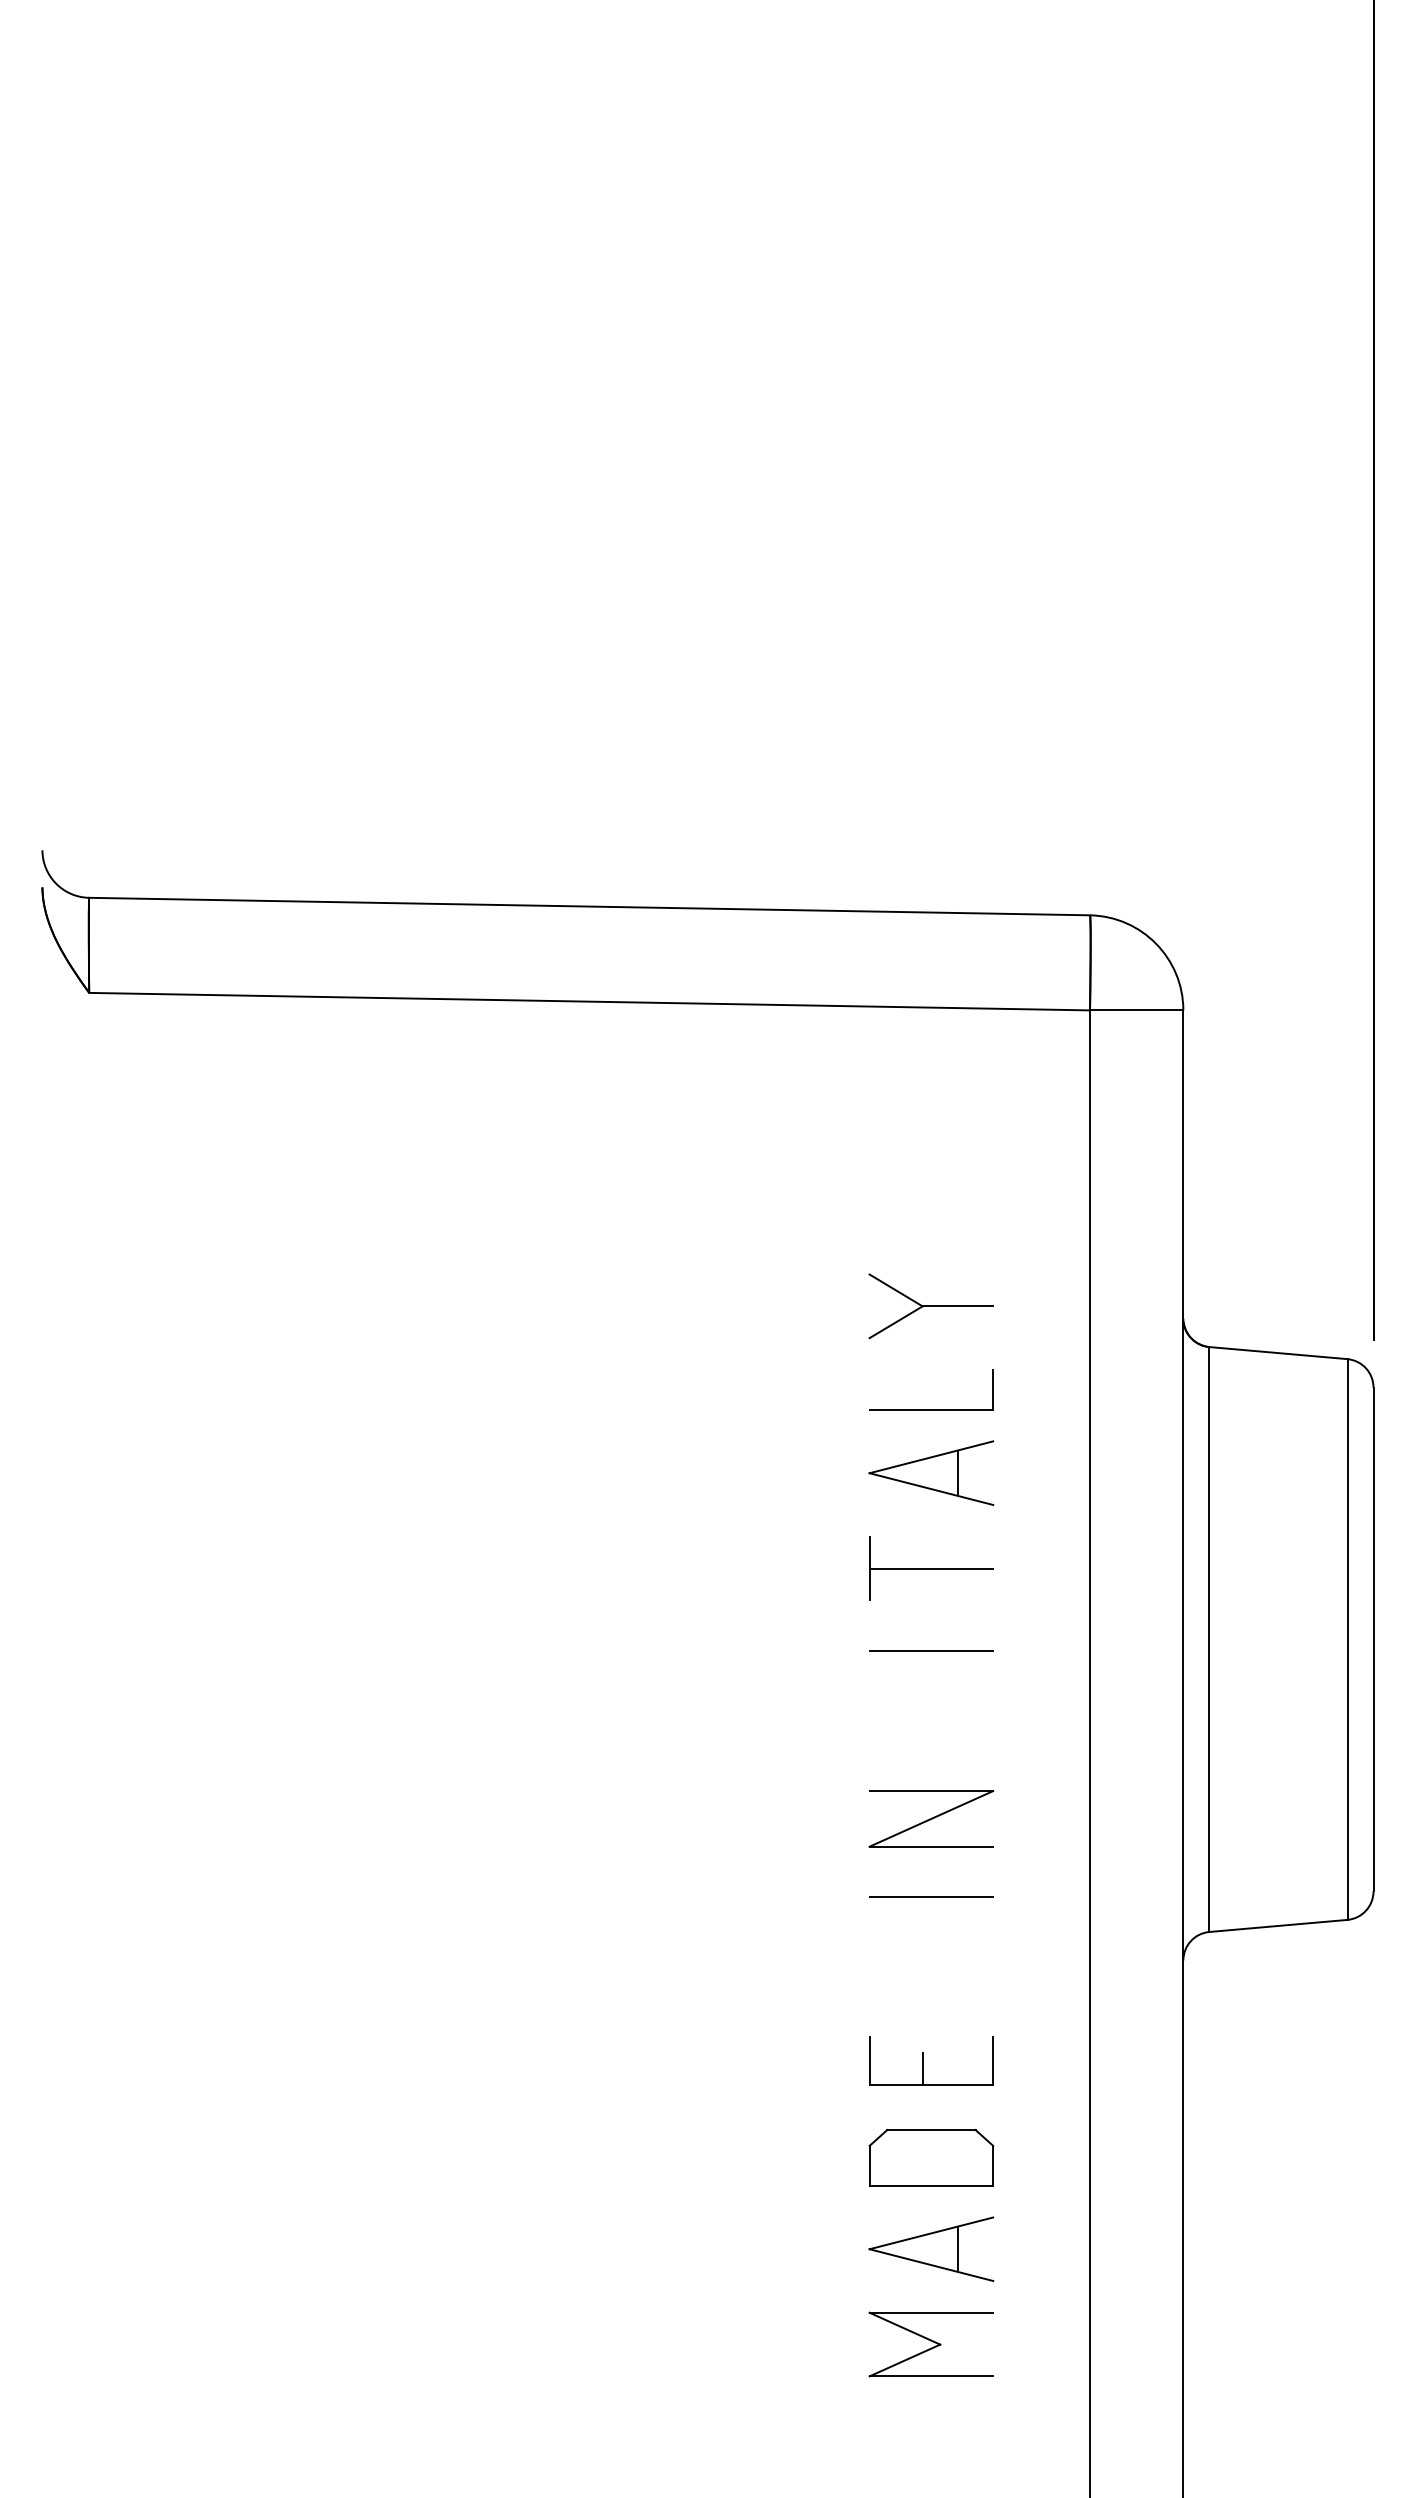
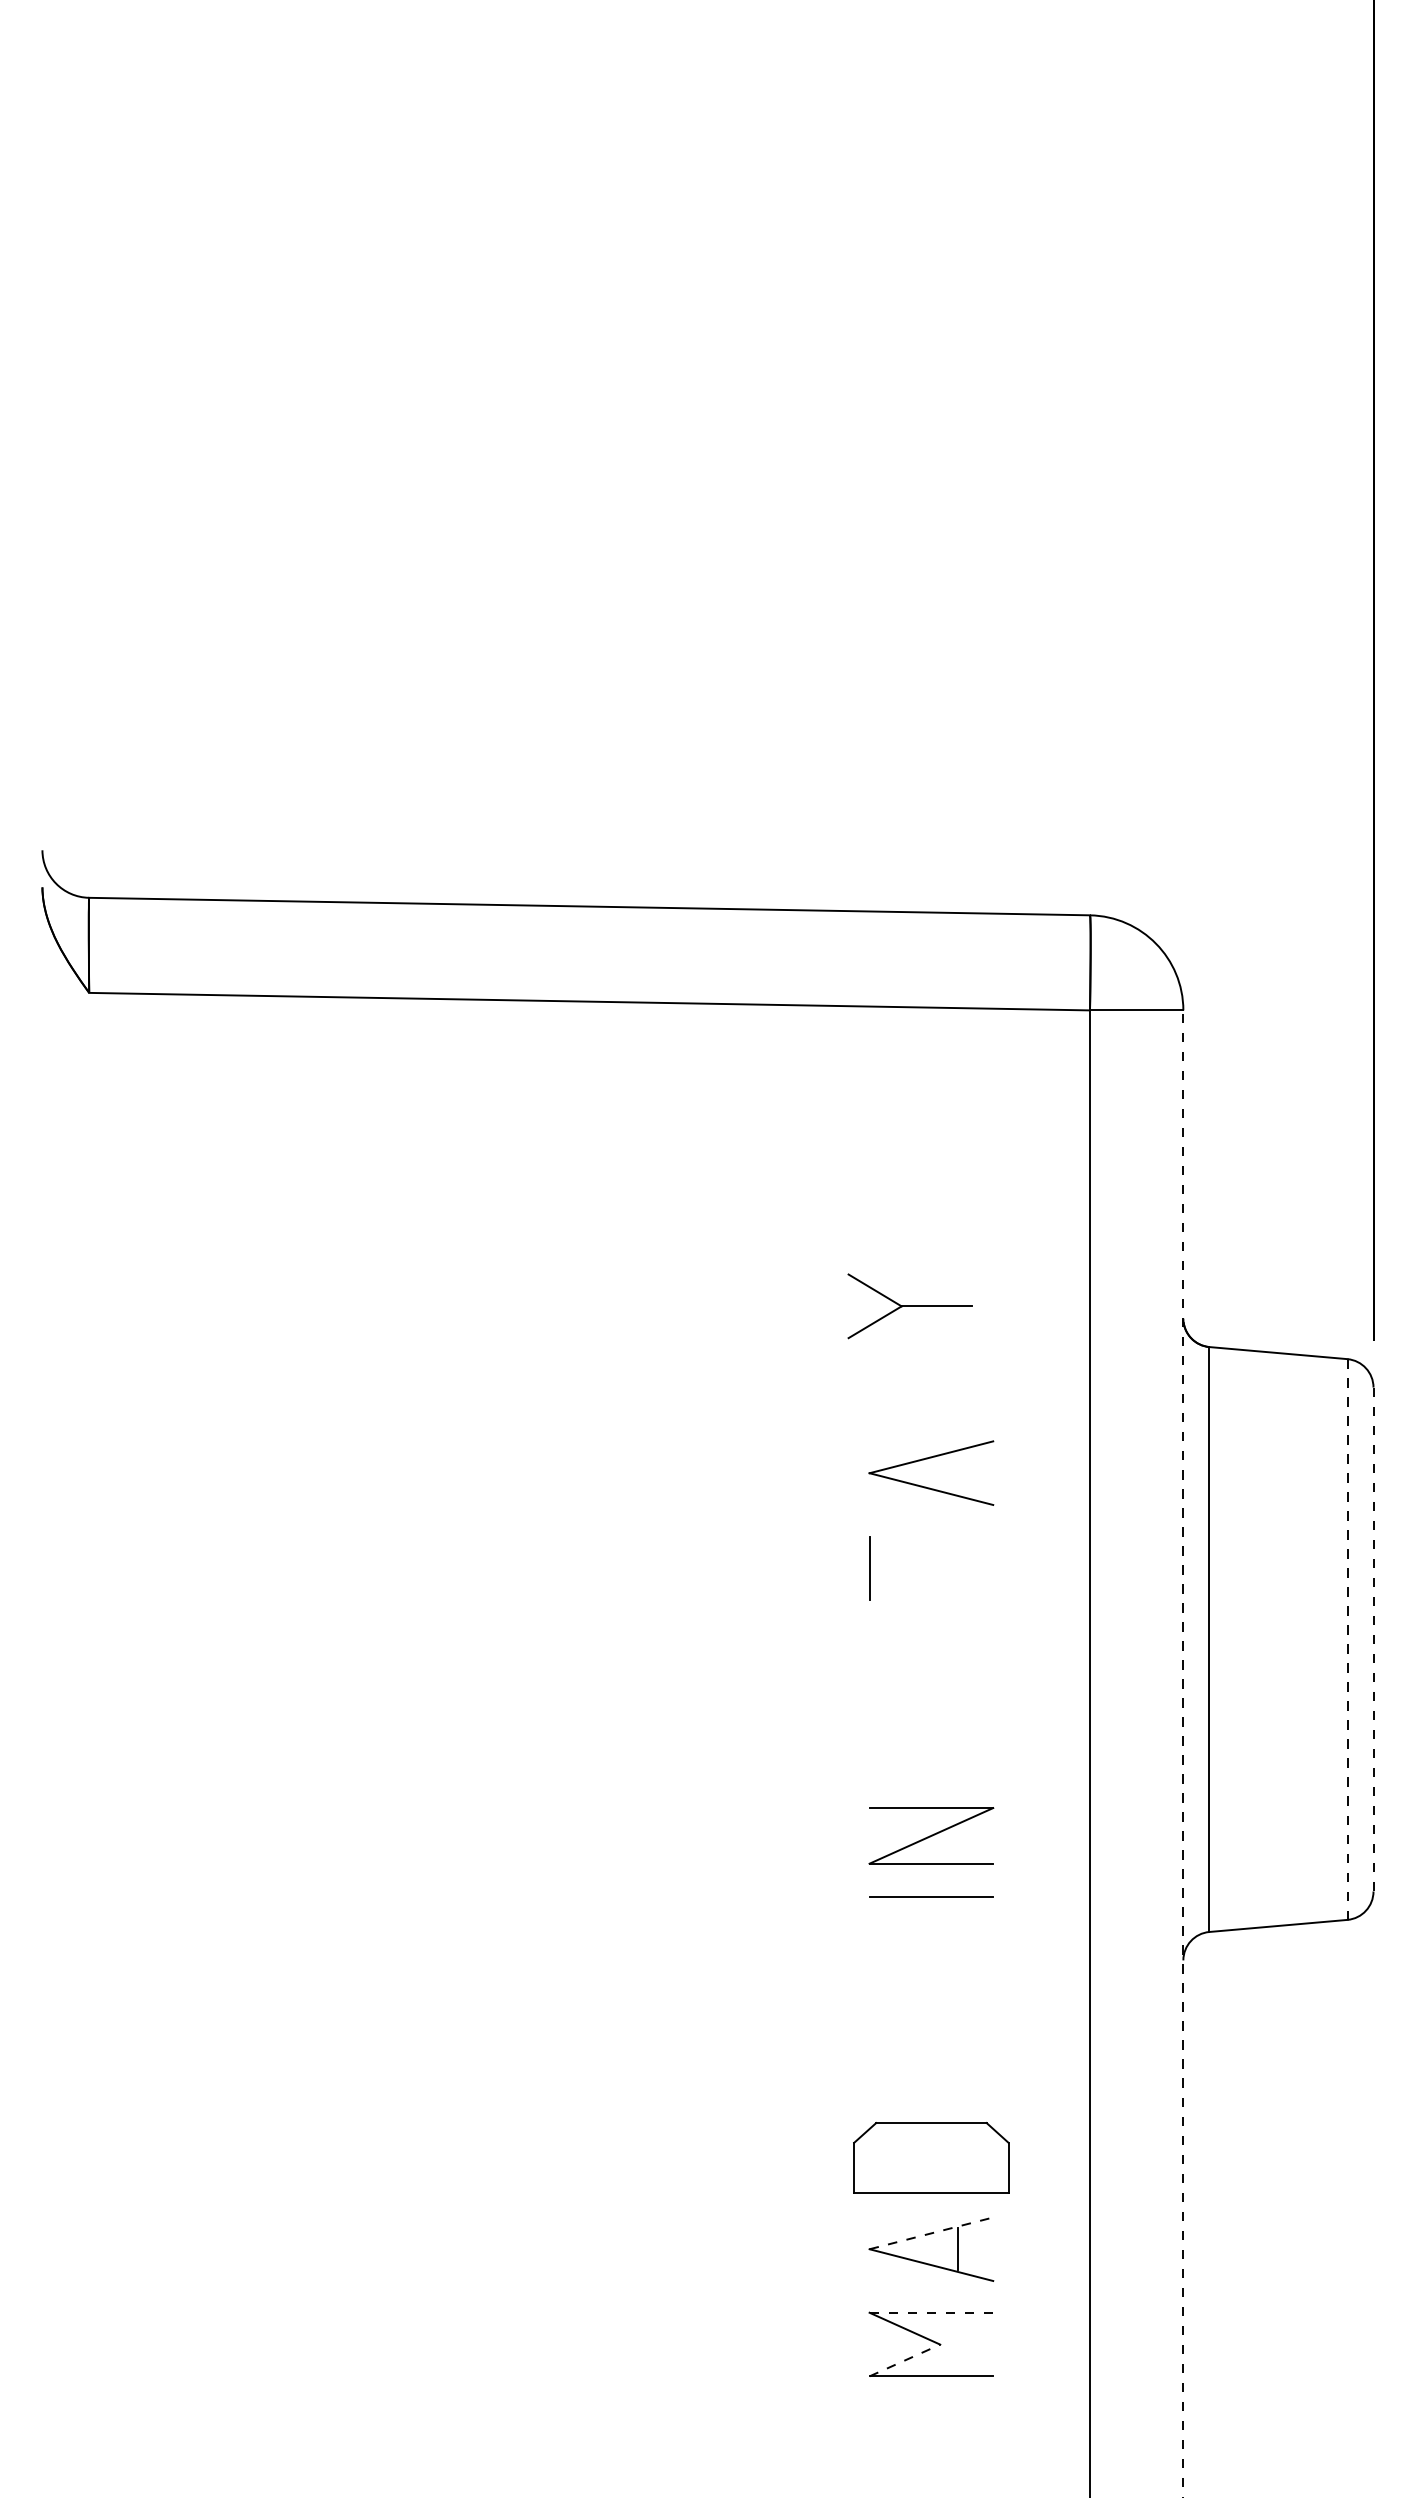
part at (930, 1306) position: (930, 1306) -> (909, 1306)
part at (931, 1409): present -> none
line at (957, 1473): present -> none
line at (931, 1568): present -> none
line at (1373, 1639): solid -> dashed
line at (1347, 1640): solid -> dashed
line at (931, 1650): present -> none
line at (1183, 1753): solid -> dashed
part at (931, 1818) position: (931, 1818) -> (931, 1835)
part at (923, 2060): present -> none
part at (931, 2157) size: 127x58 px -> 157x72 px
line at (931, 2233): solid -> dashed
line at (931, 2312): solid -> dashed
line at (904, 2360): solid -> dashed
